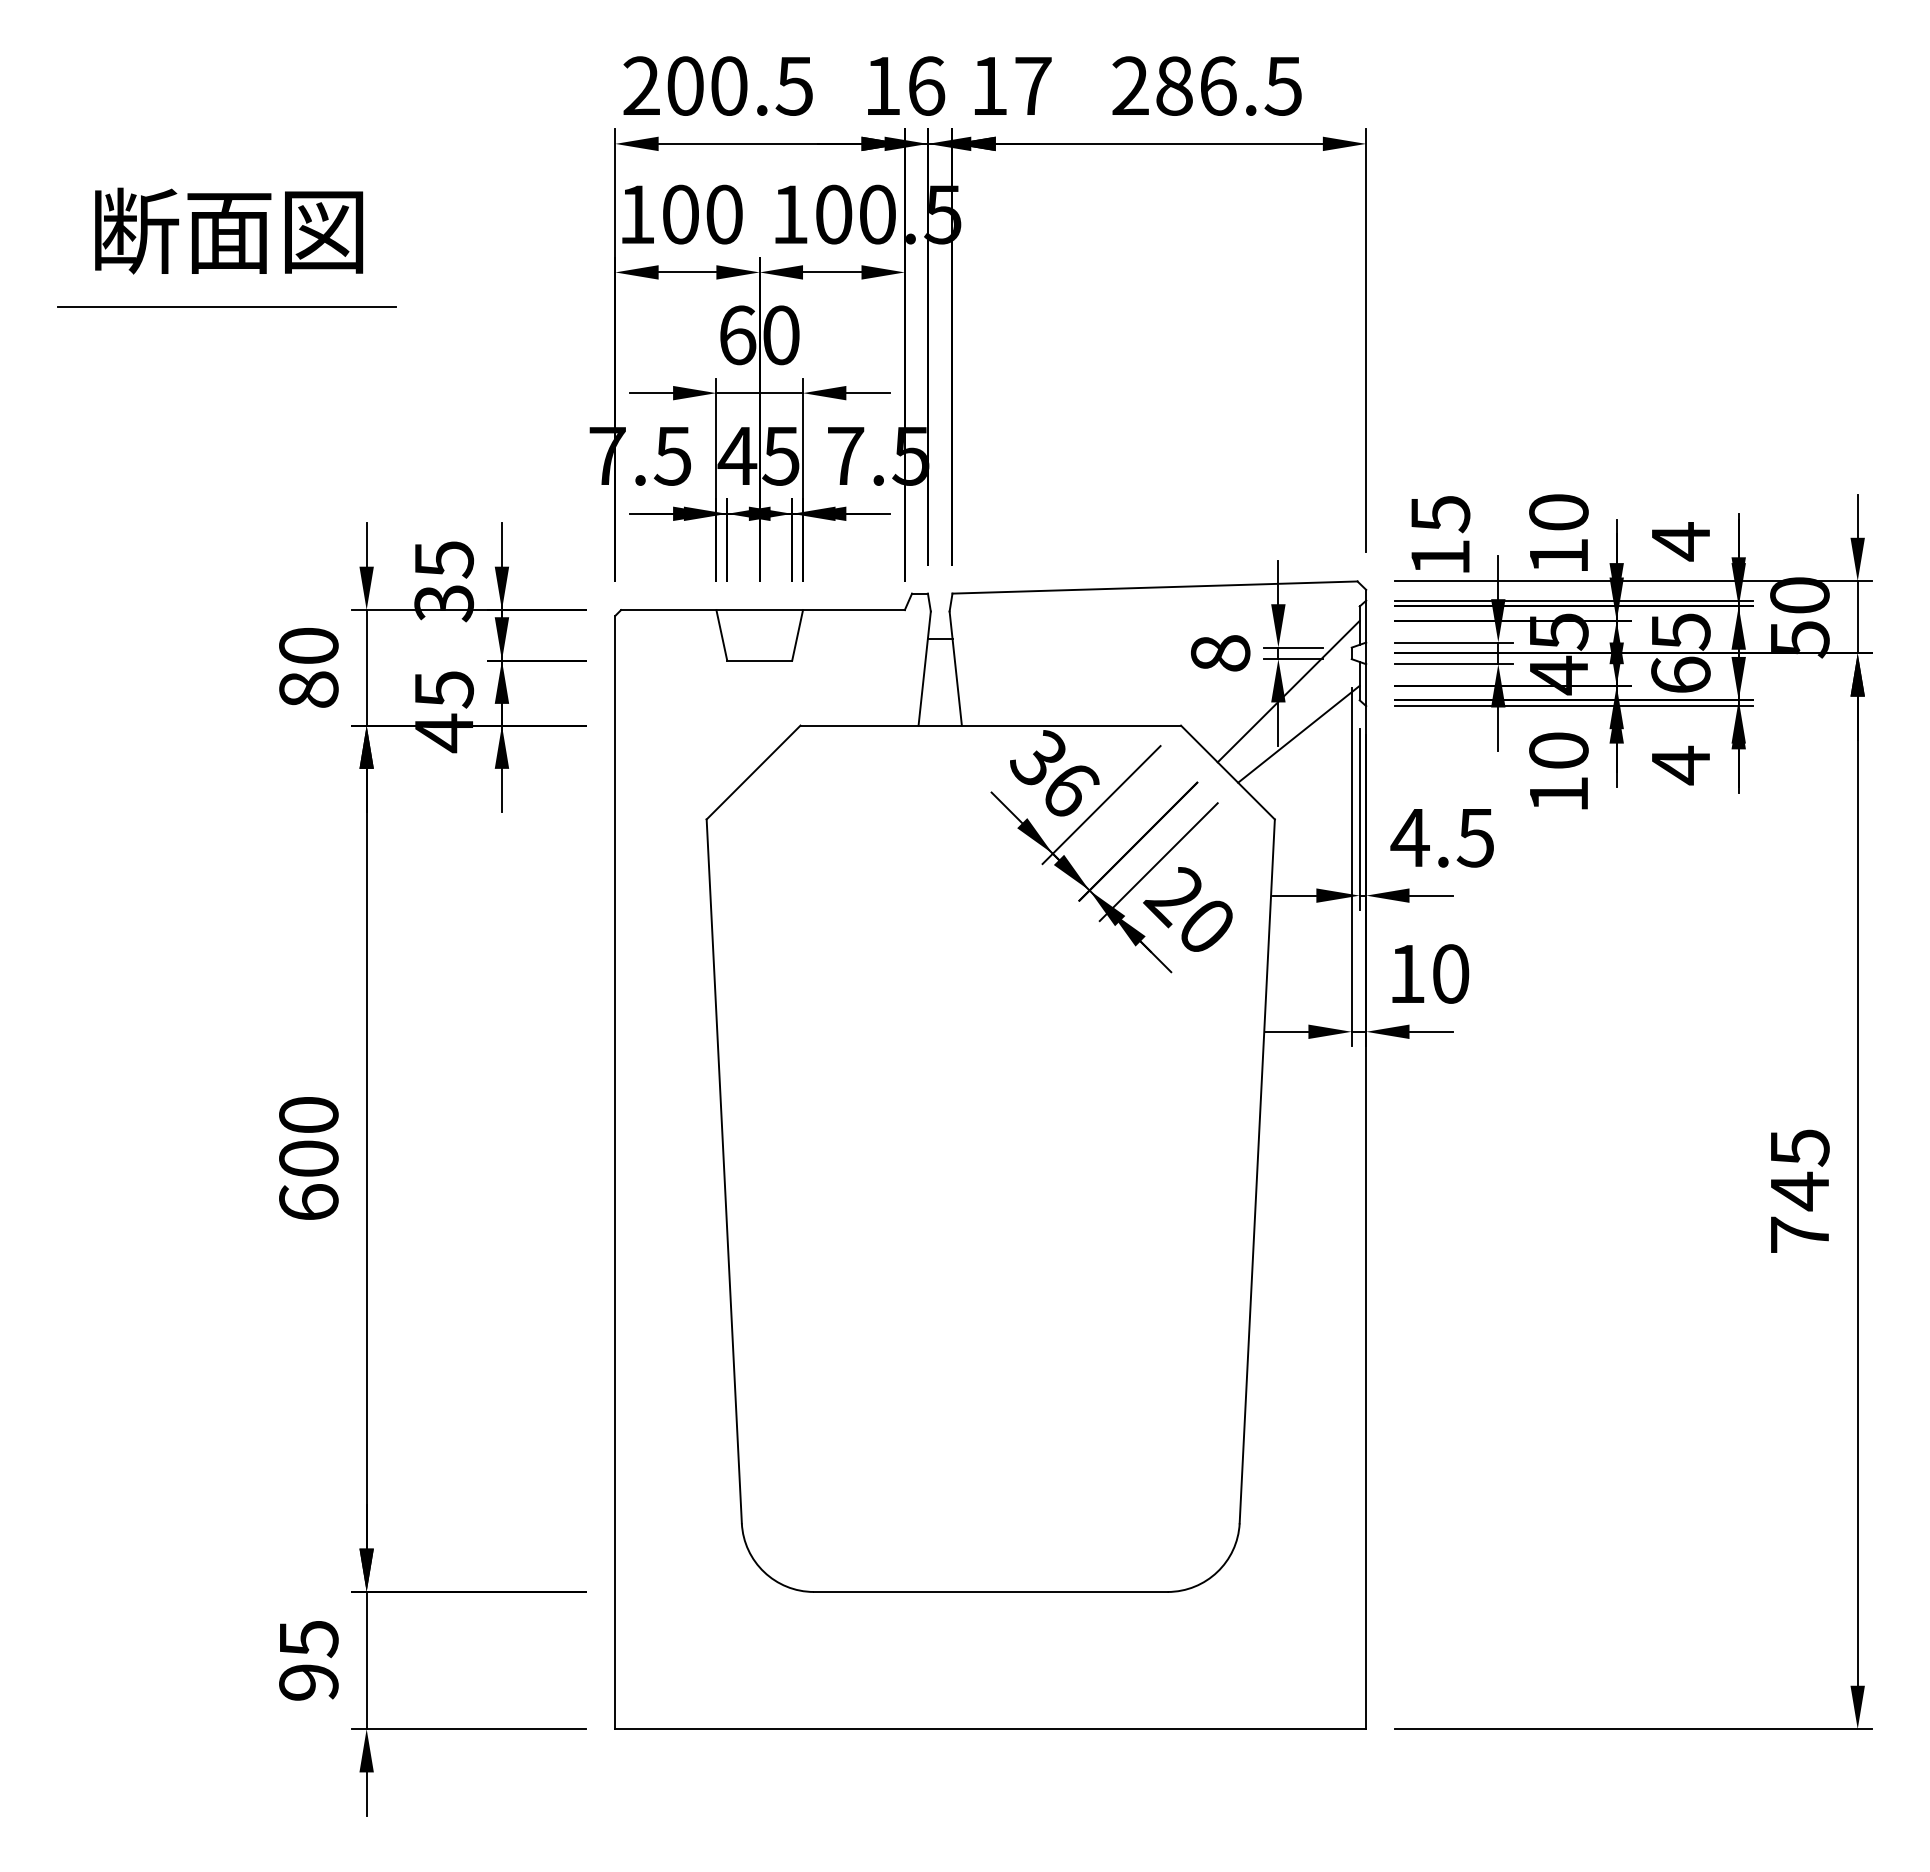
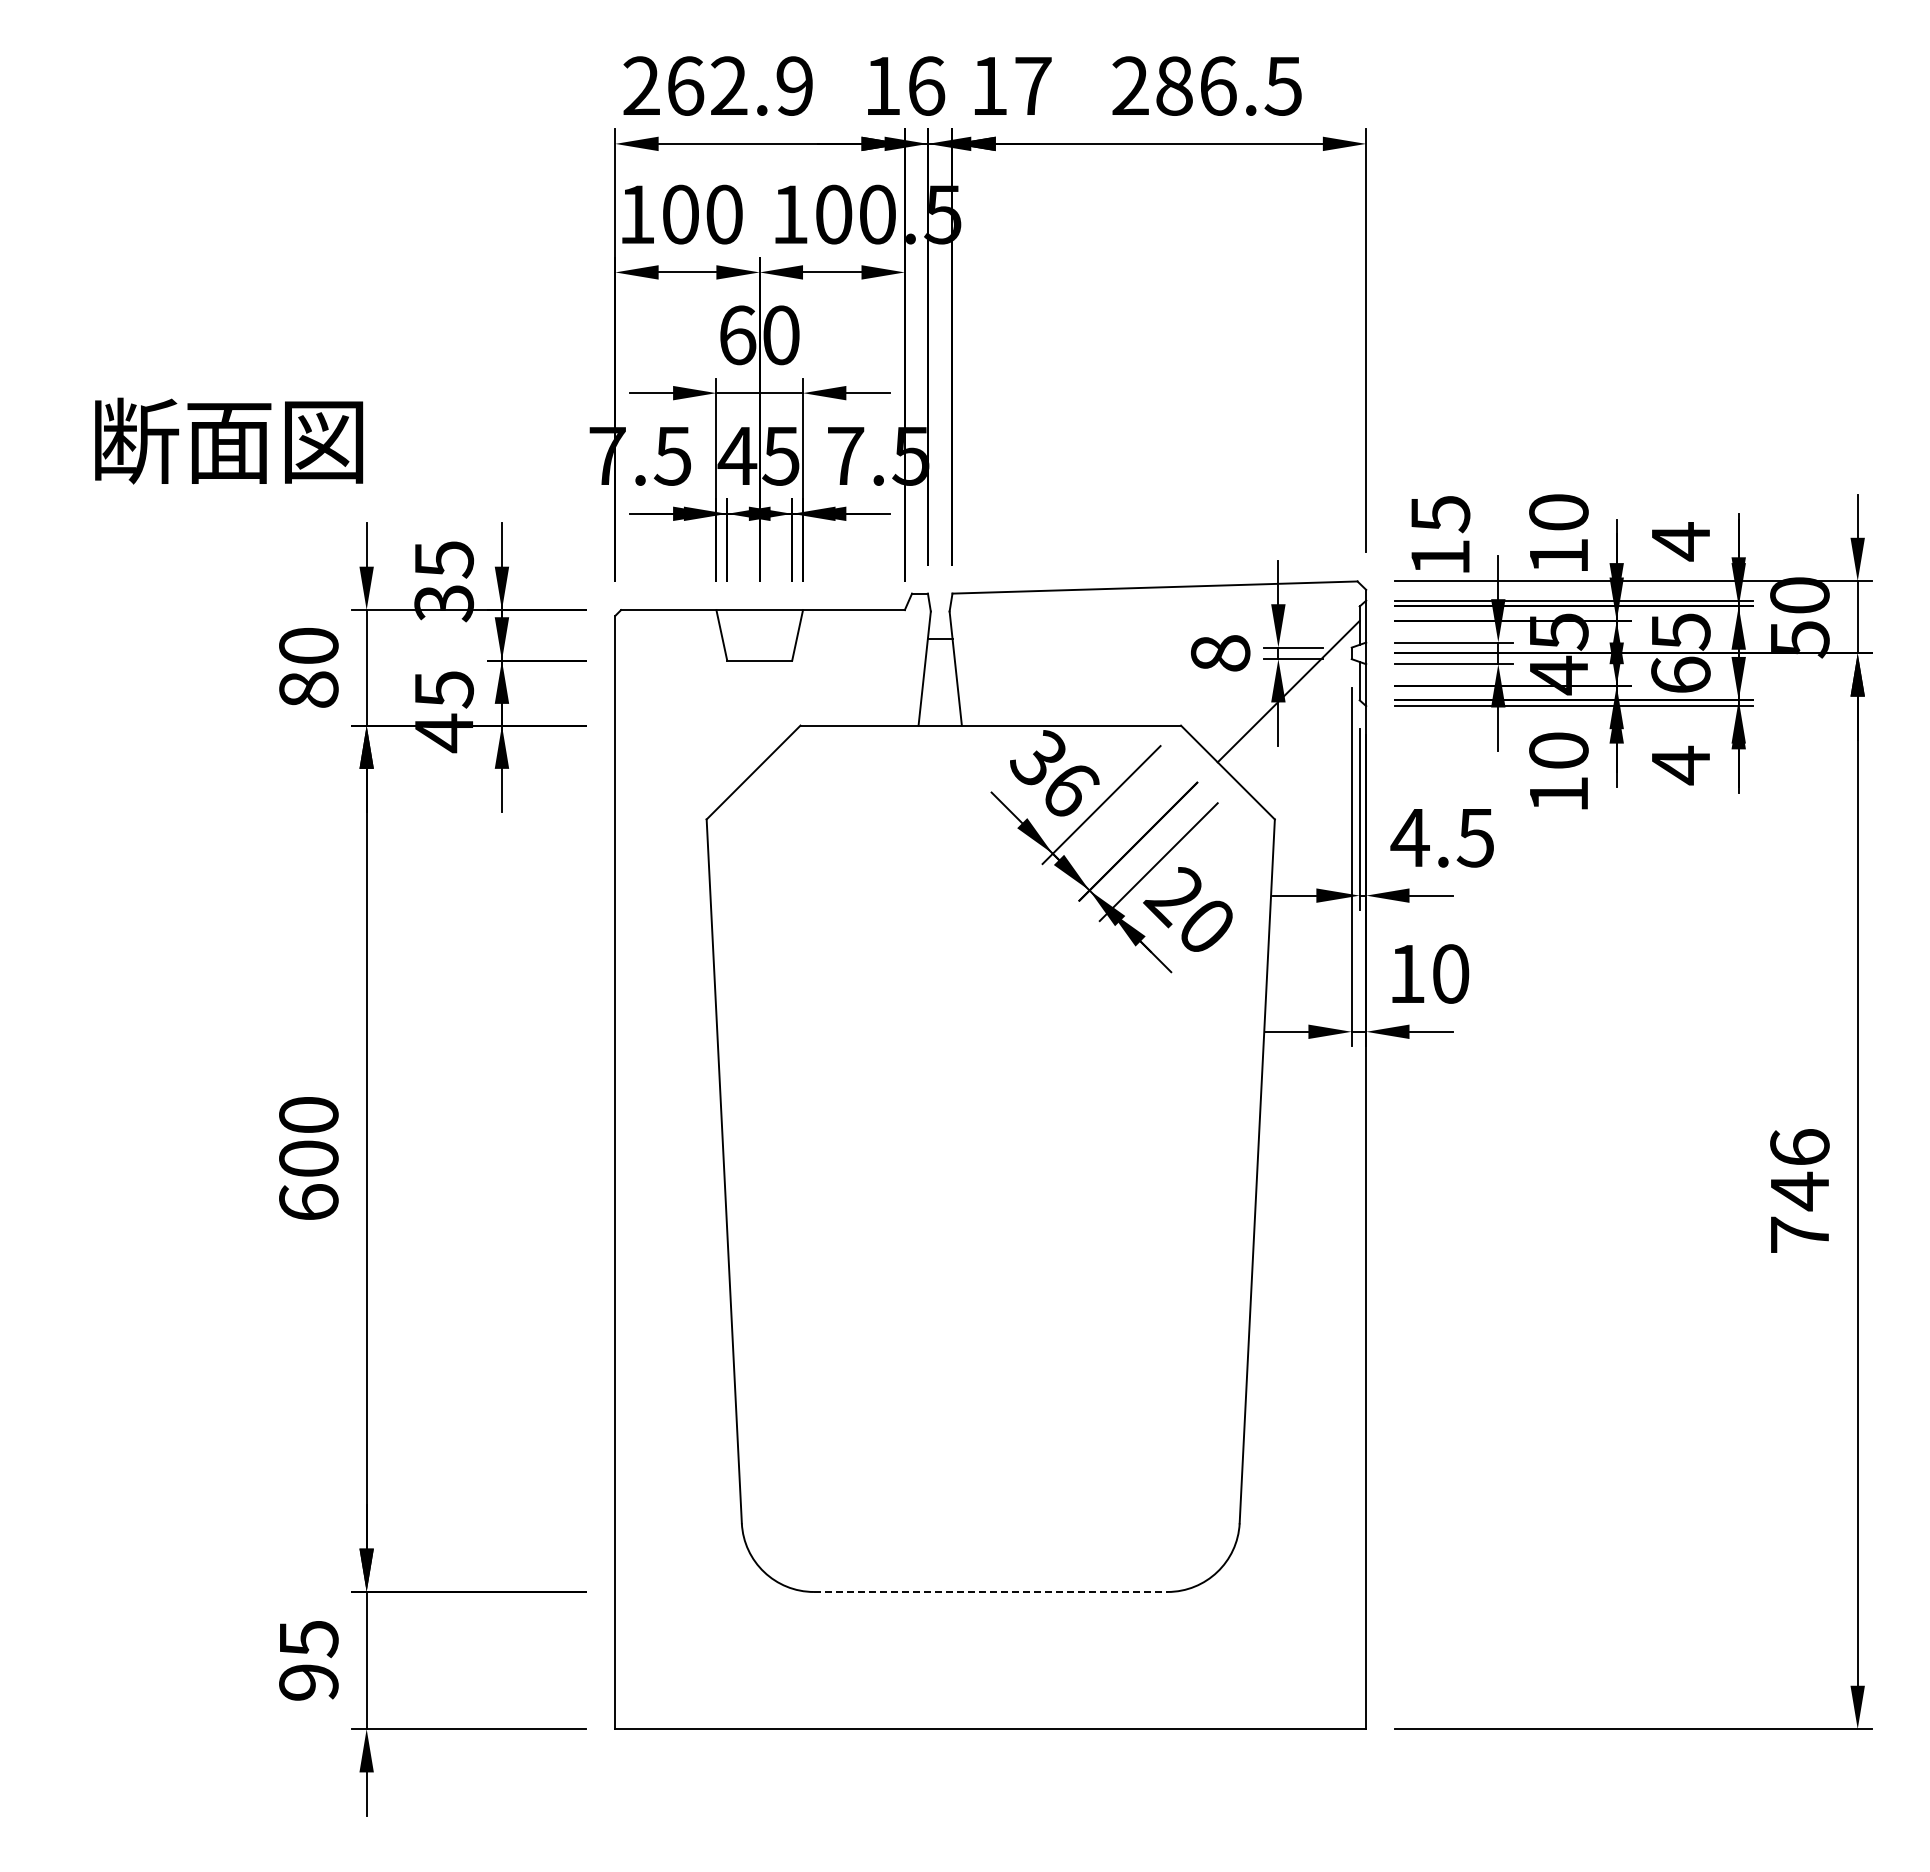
text at (739, 85): 200.5 -> 262.9
text at (229, 230) position: (229, 230) -> (229, 440)
line at (226, 306): present -> none
line at (1298, 733): present -> none
text at (1799, 1147): 745 -> 746
line at (990, 1591): solid -> dashed
